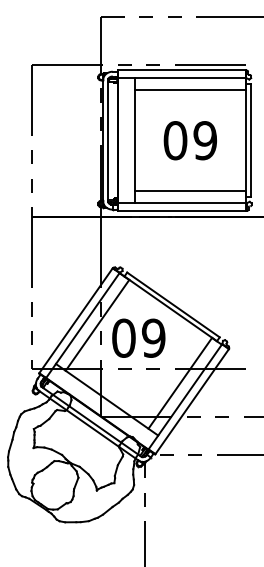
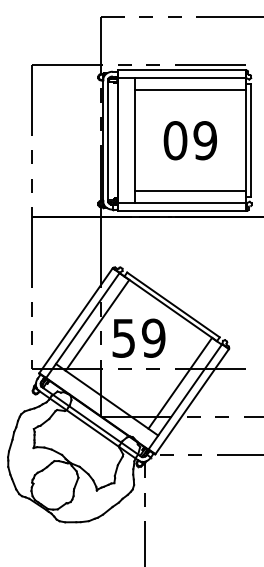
text at (123, 337): 09 -> 59
